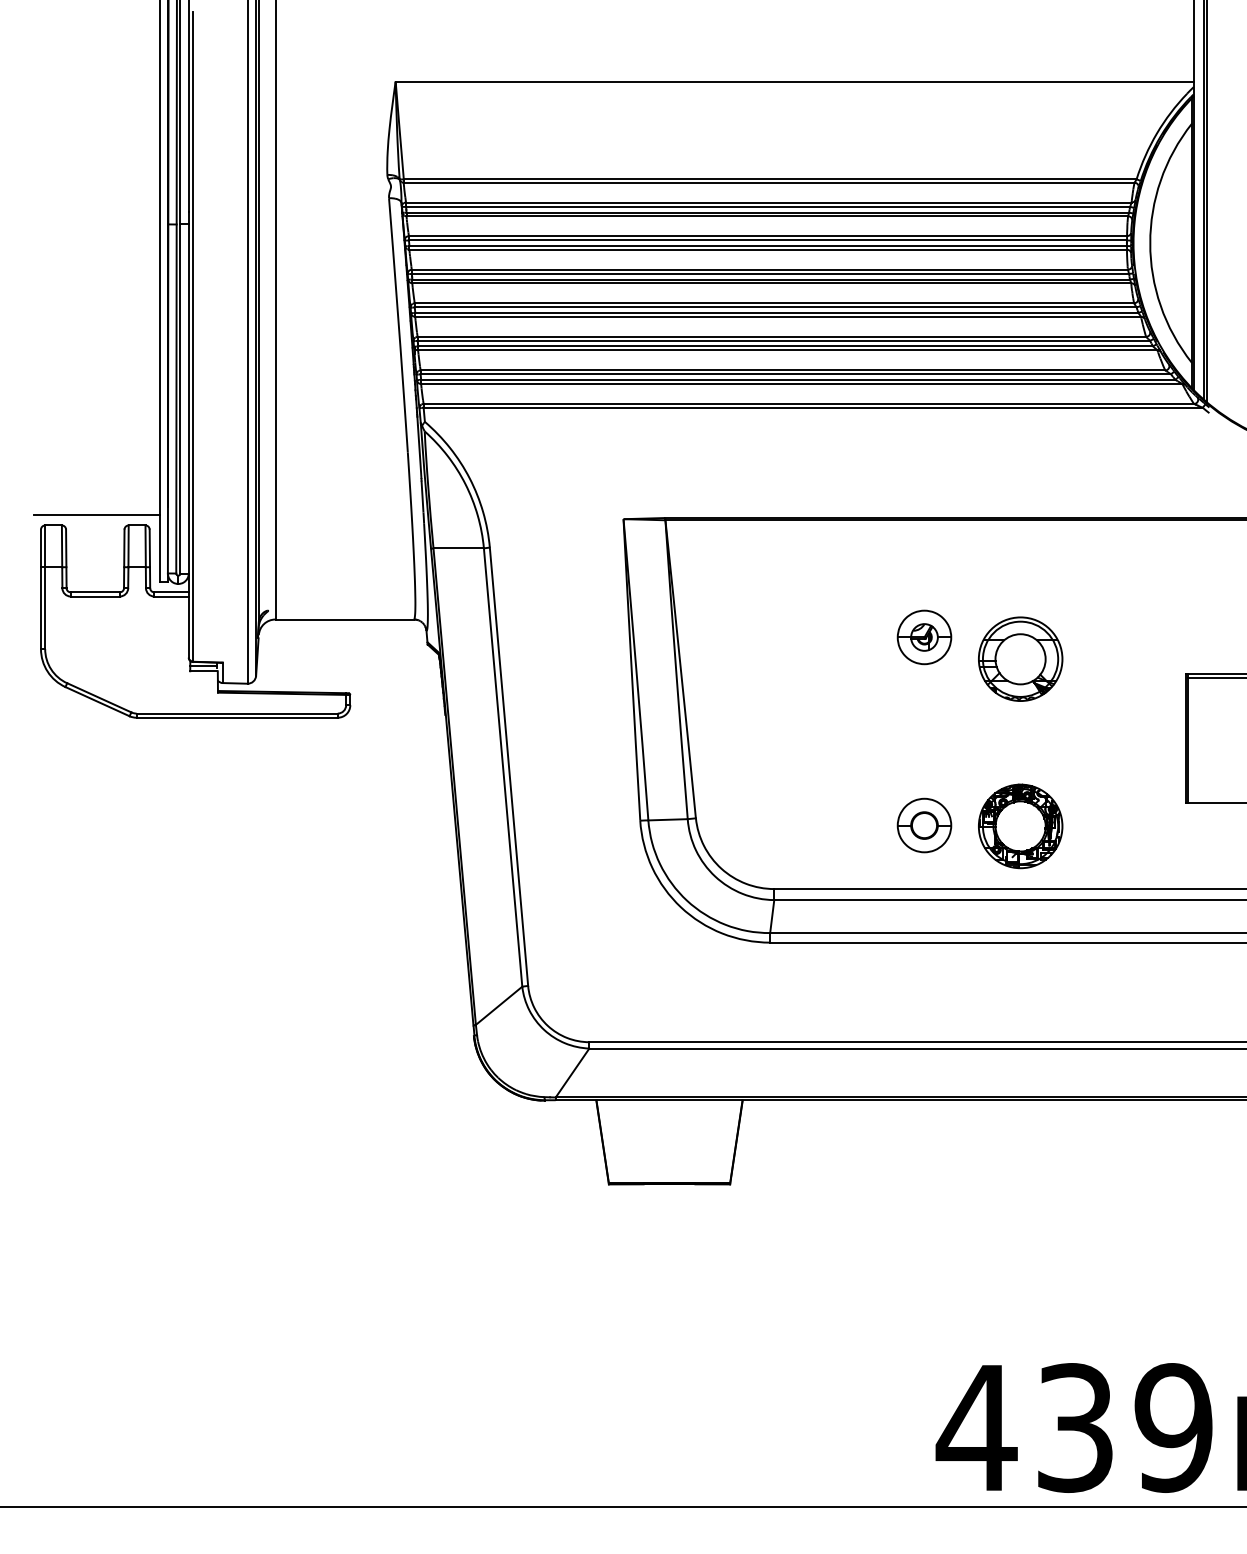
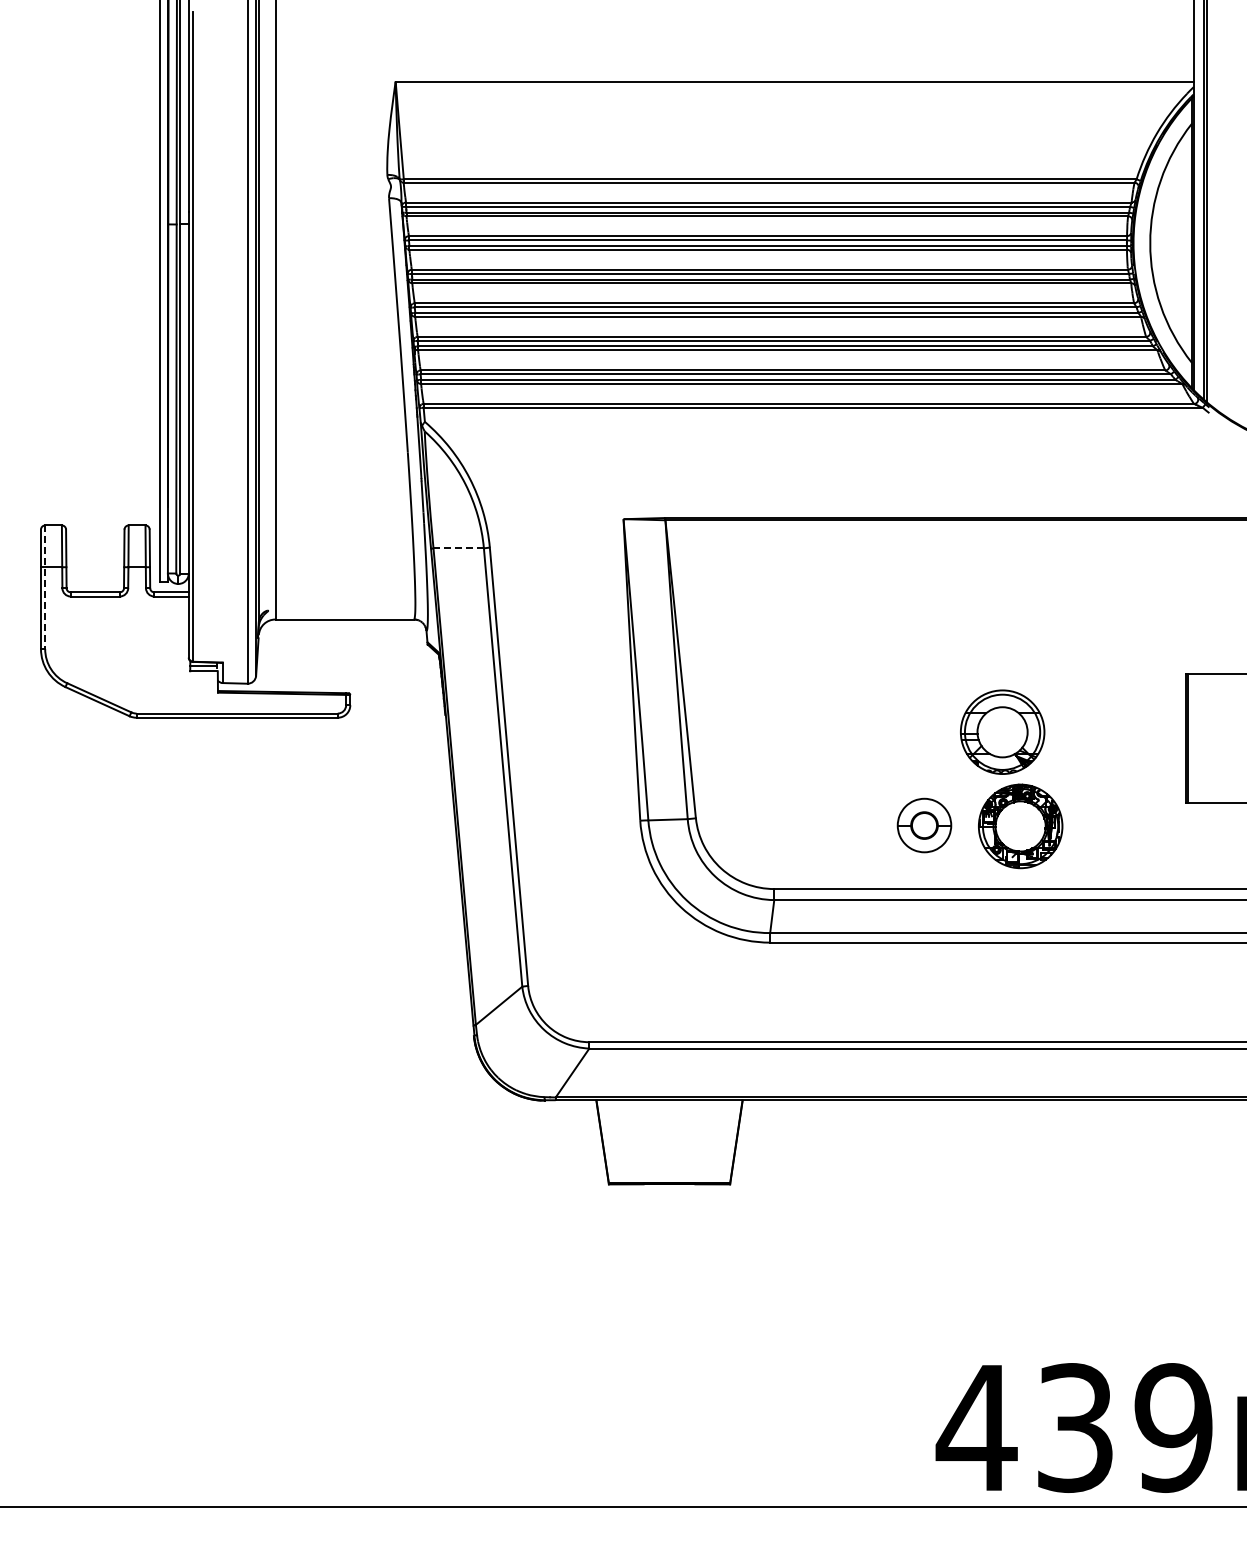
line at (96, 515): present -> none
line at (458, 548): solid -> dashed
line at (45, 587): solid -> dashed
part at (924, 637): present -> none
part at (1020, 658) position: (1020, 658) -> (1002, 731)
line at (1215, 678): present -> none
